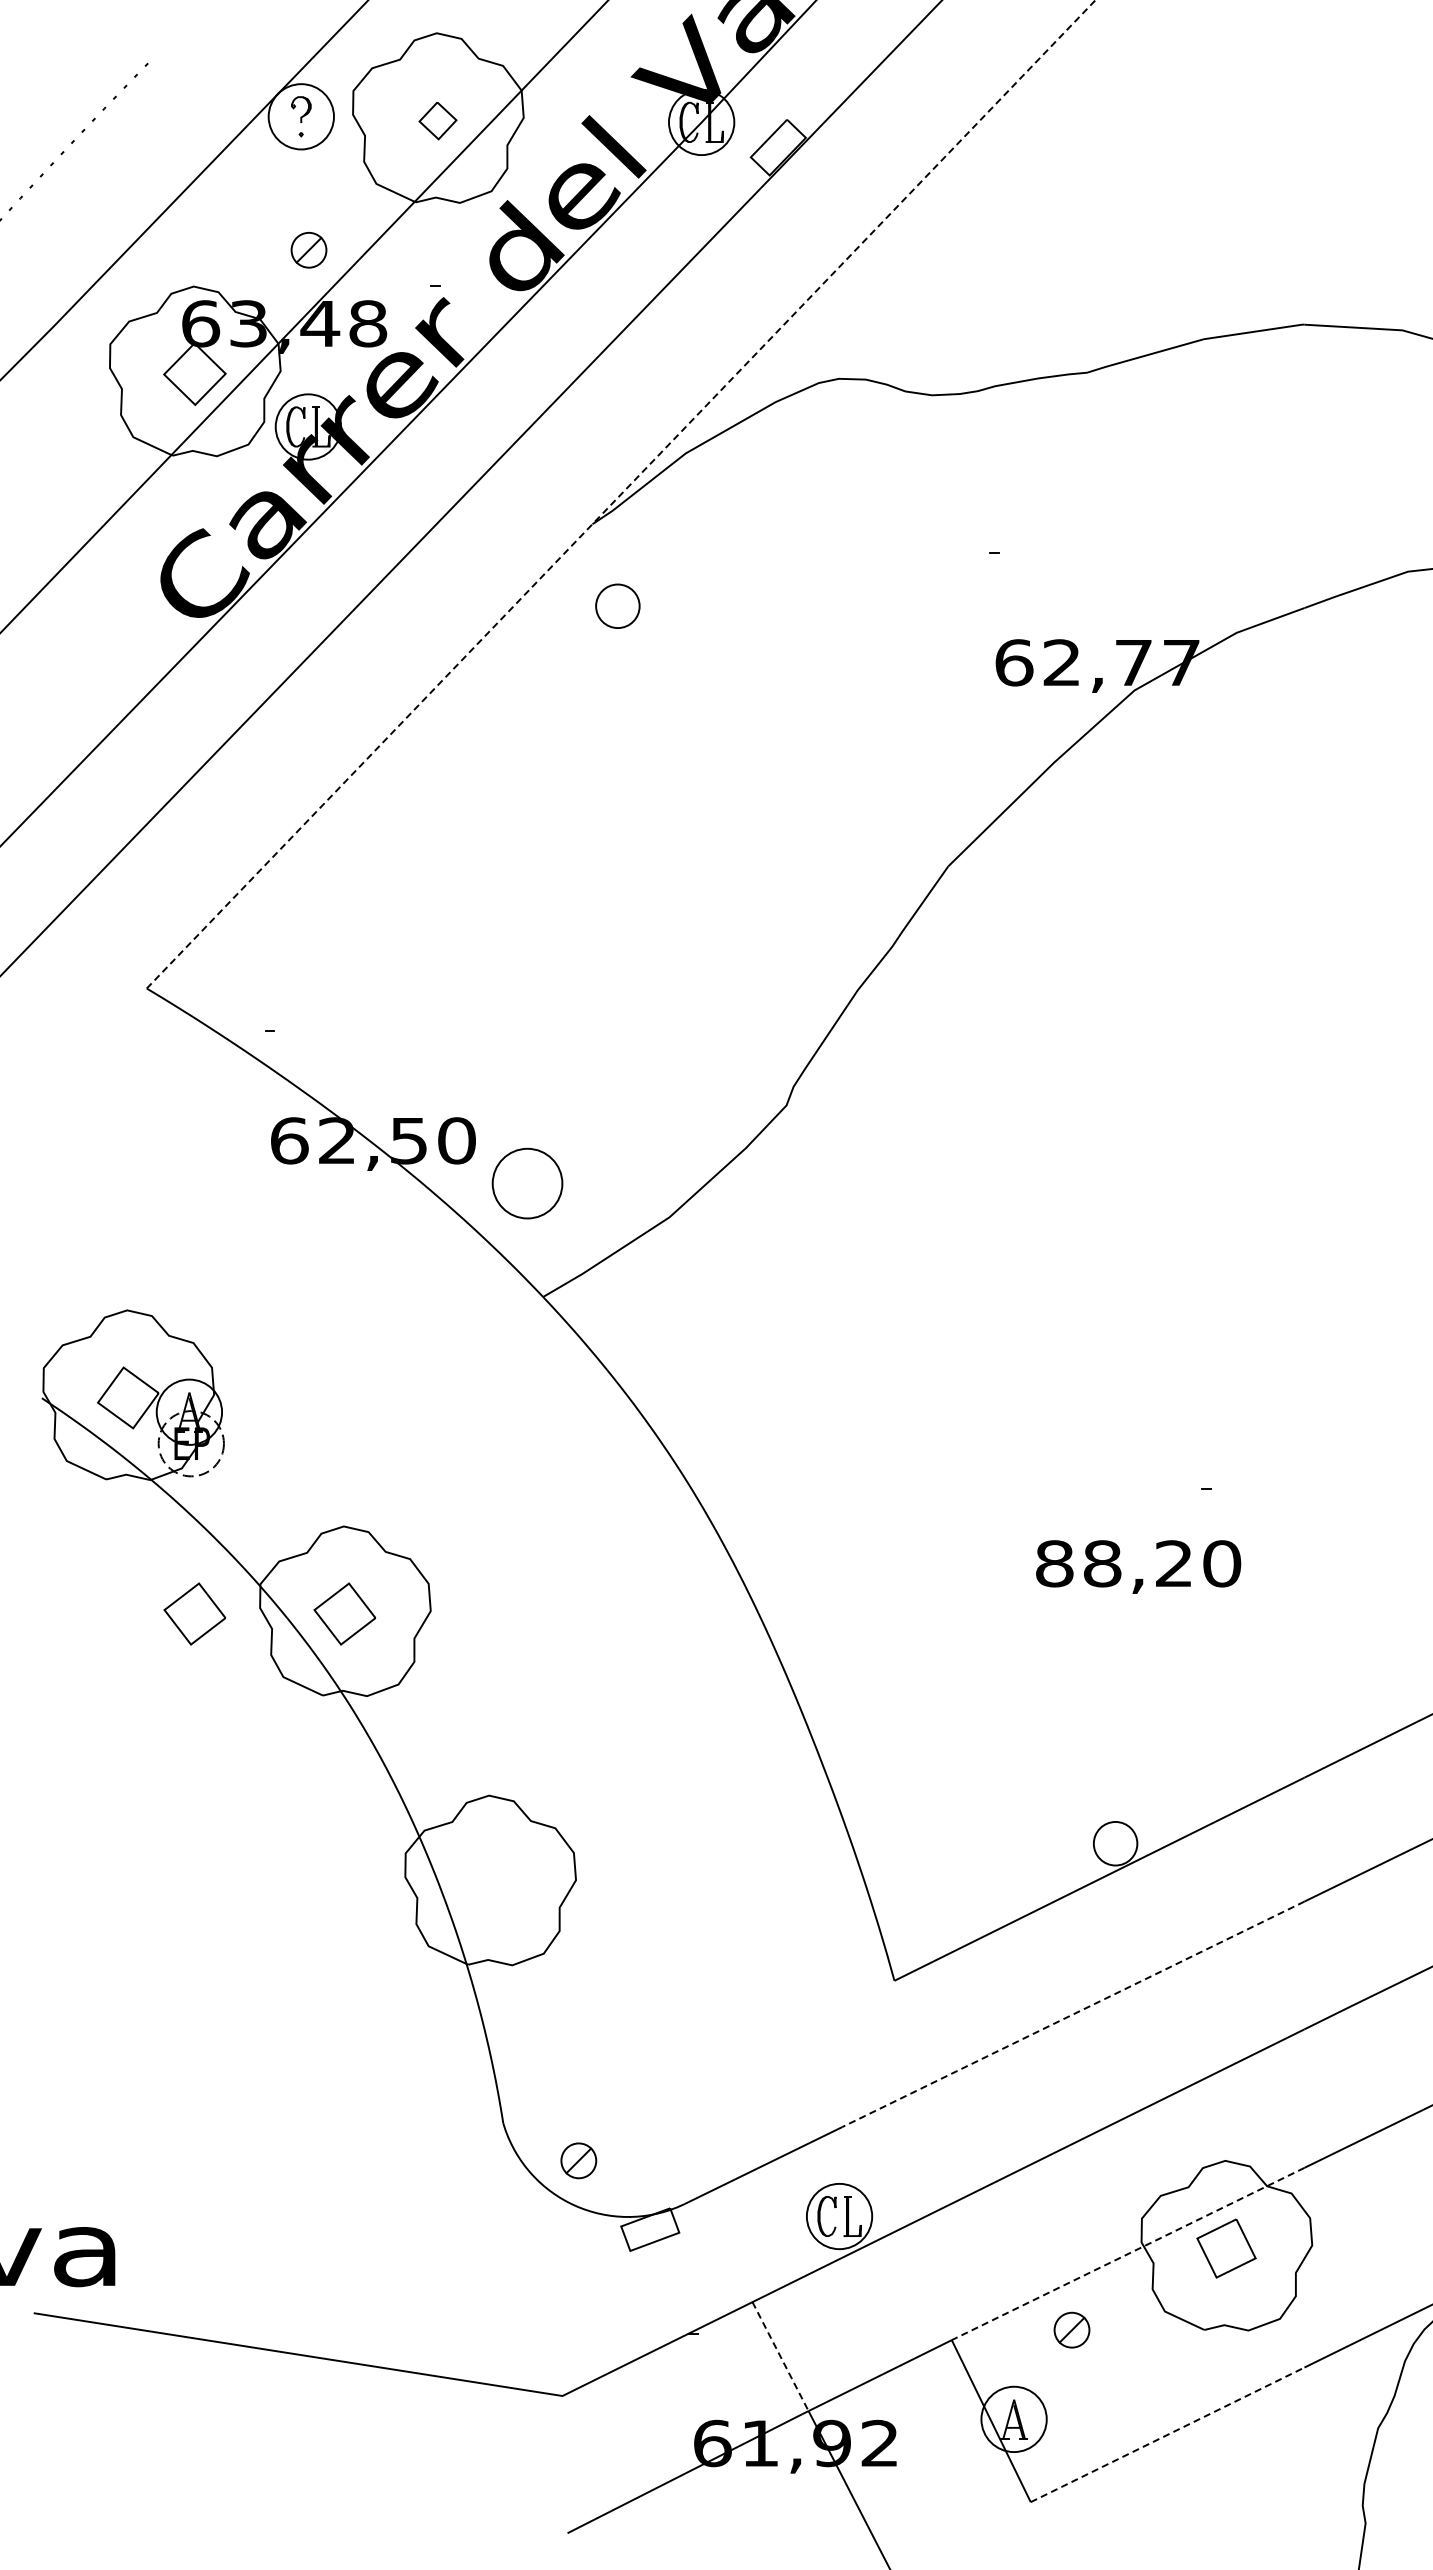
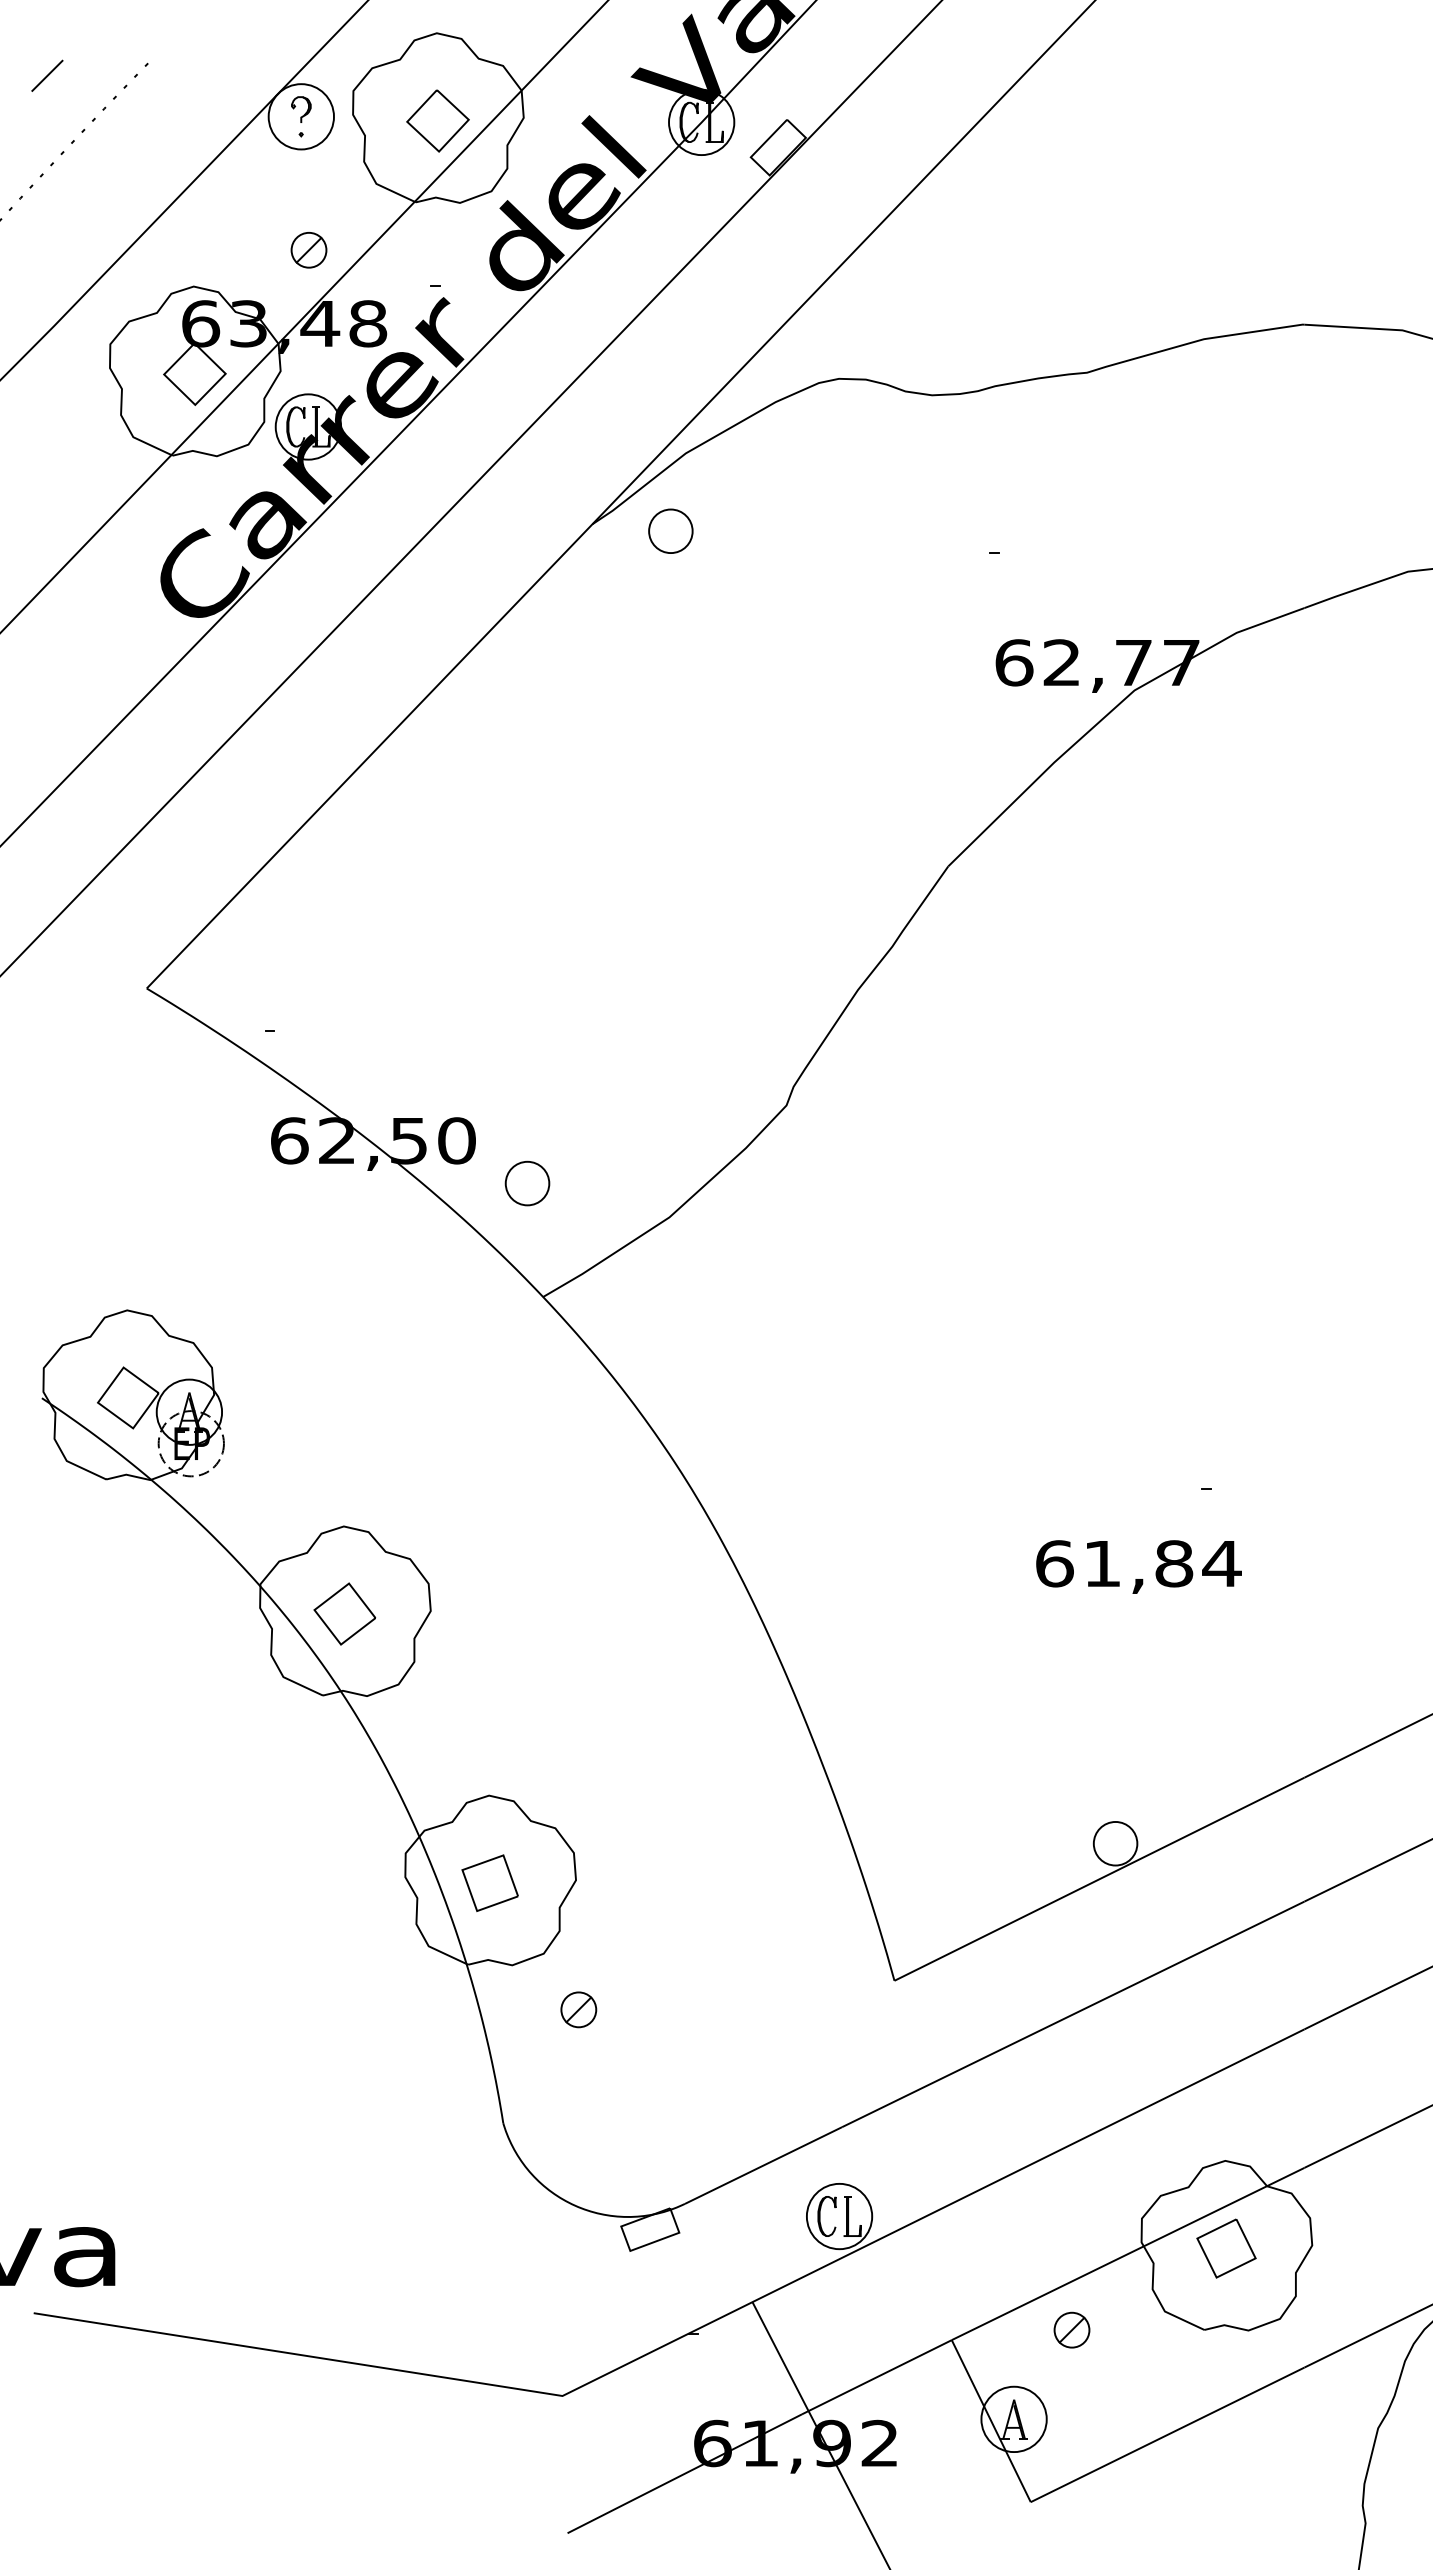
line at (47, 75): none -> present
part at (437, 121) size: 40x39 px -> 64x64 px
line at (621, 493): dashed -> solid
part at (617, 605) position: (617, 605) -> (670, 530)
part at (527, 1183) size: 73x73 px -> 47x47 px
text at (1138, 1563): 88,20 -> 61,84
part at (194, 1613): present -> none
part at (489, 1882): none -> present
line at (1072, 2014): dashed -> solid
part at (578, 2160) position: (578, 2160) -> (578, 2009)
line at (1127, 2254): dashed -> solid
line at (780, 2357): dashed -> solid
line at (1168, 2434): dashed -> solid
